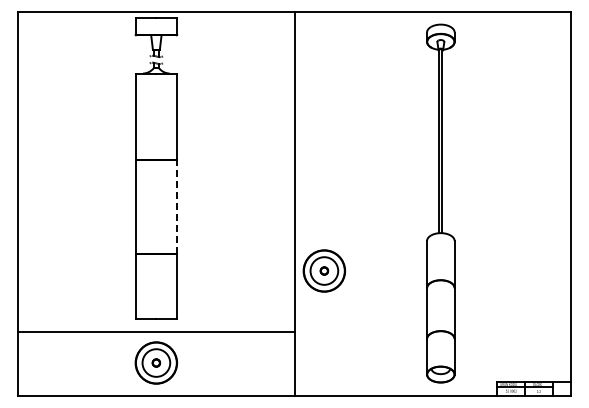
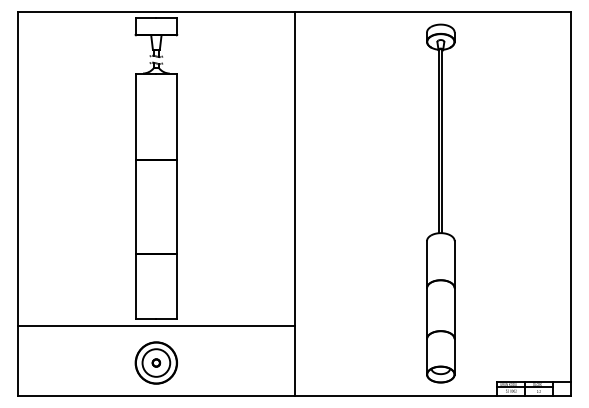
line at (177, 206): dashed -> solid
part at (323, 270): present -> none
line at (155, 332) position: (155, 332) -> (155, 326)
